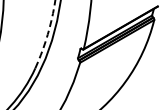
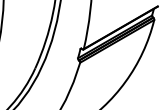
arc at (47, 34): dashed -> solid
